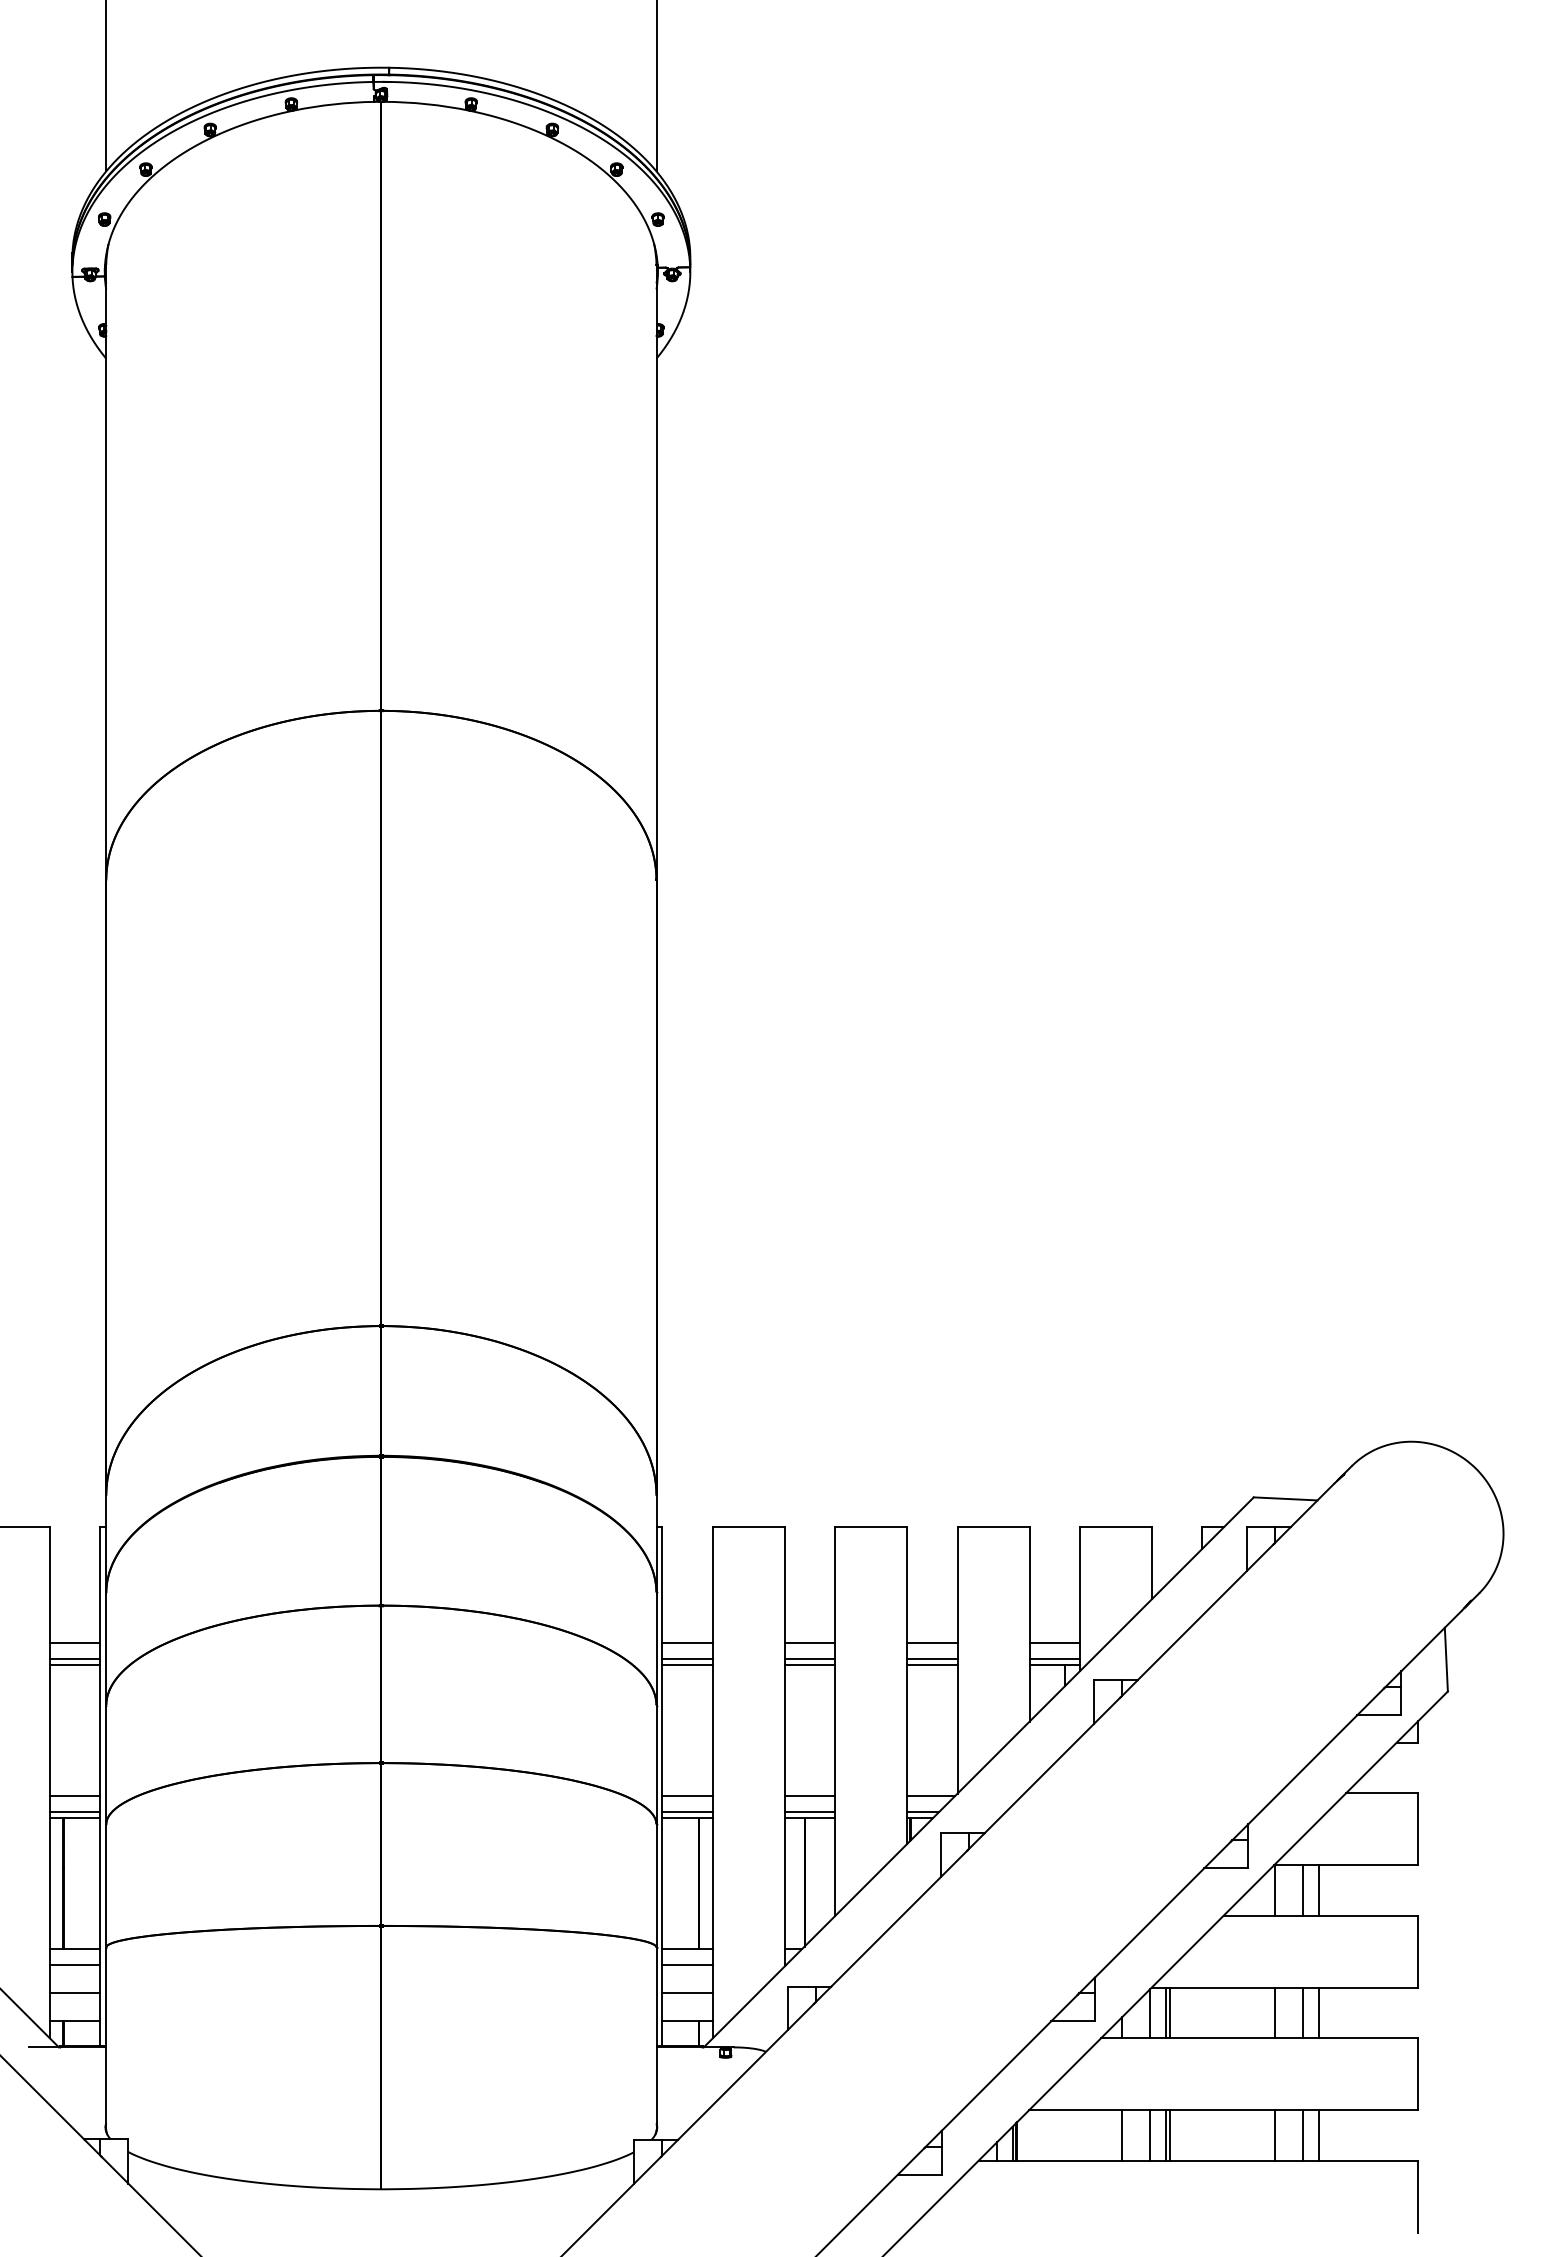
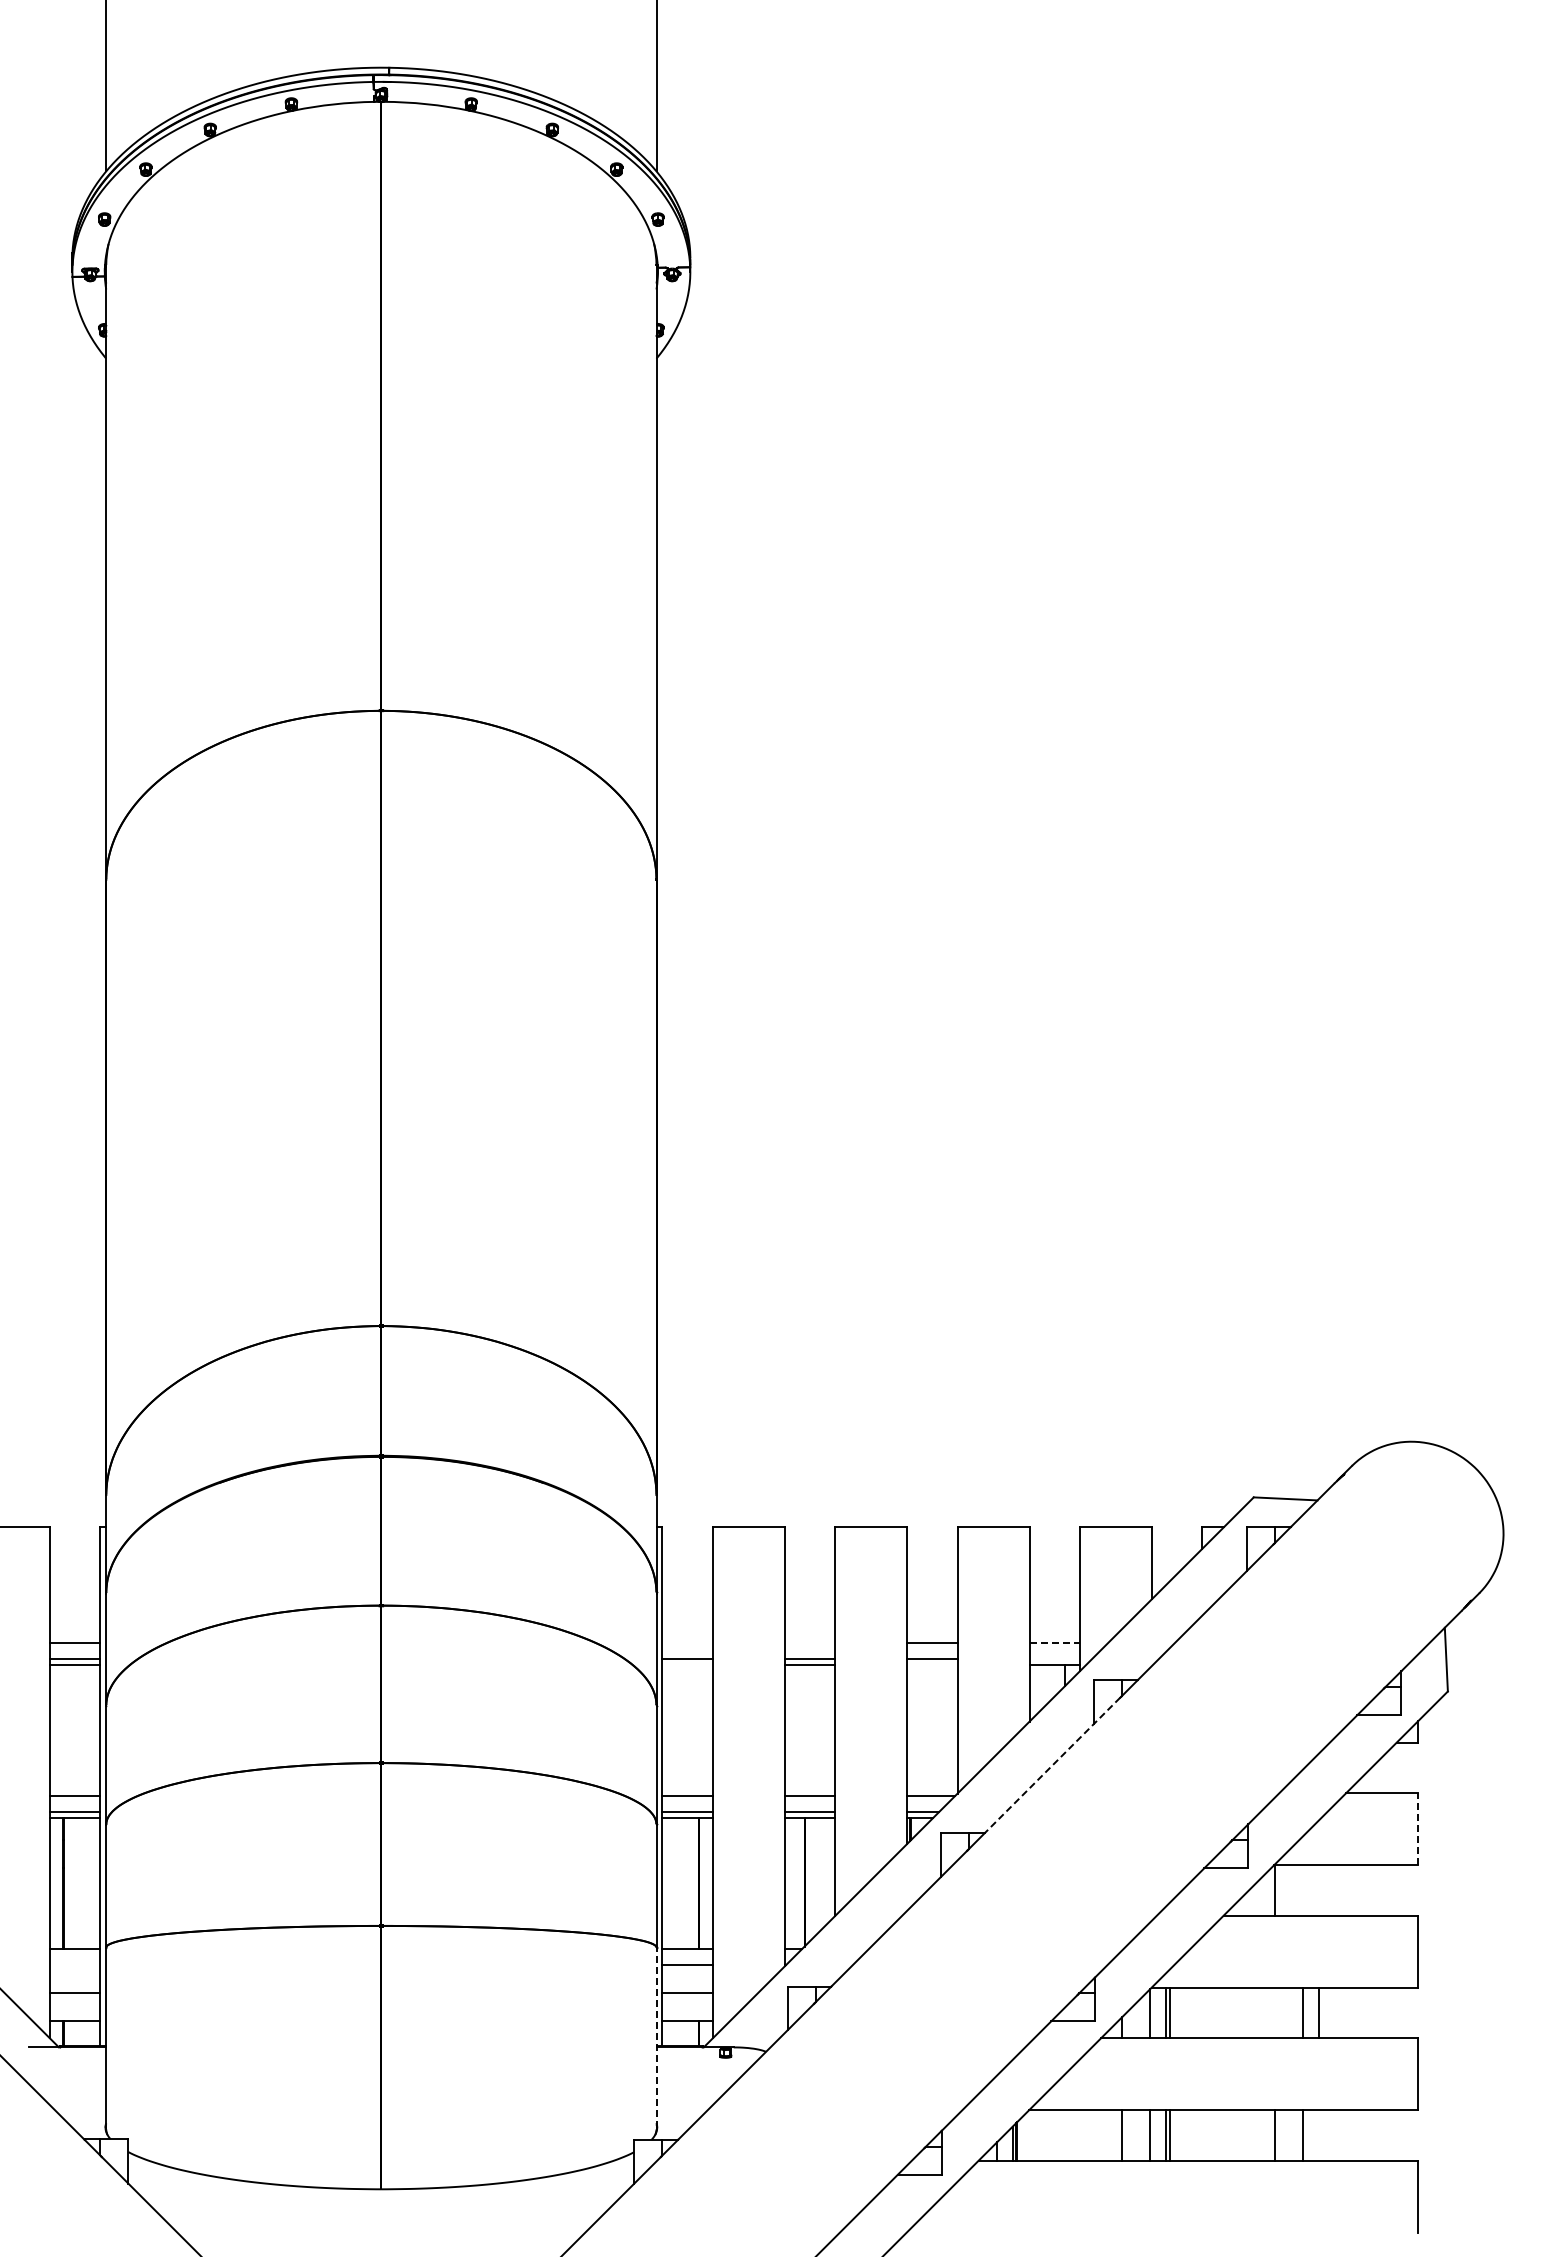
line at (687, 1643): present -> none
line at (809, 1643): present -> none
line at (1055, 1643): solid -> dashed
line at (1054, 1658): present -> none
line at (687, 1665): present -> none
line at (932, 1665): present -> none
line at (1052, 1765): solid -> dashed
line at (1417, 1828): solid -> dashed
line at (1303, 1890): present -> none
line at (1319, 1890): present -> none
line at (75, 1965): present -> none
line at (1275, 2012): present -> none
line at (656, 2037): solid -> dashed
line at (1319, 2135): present -> none
